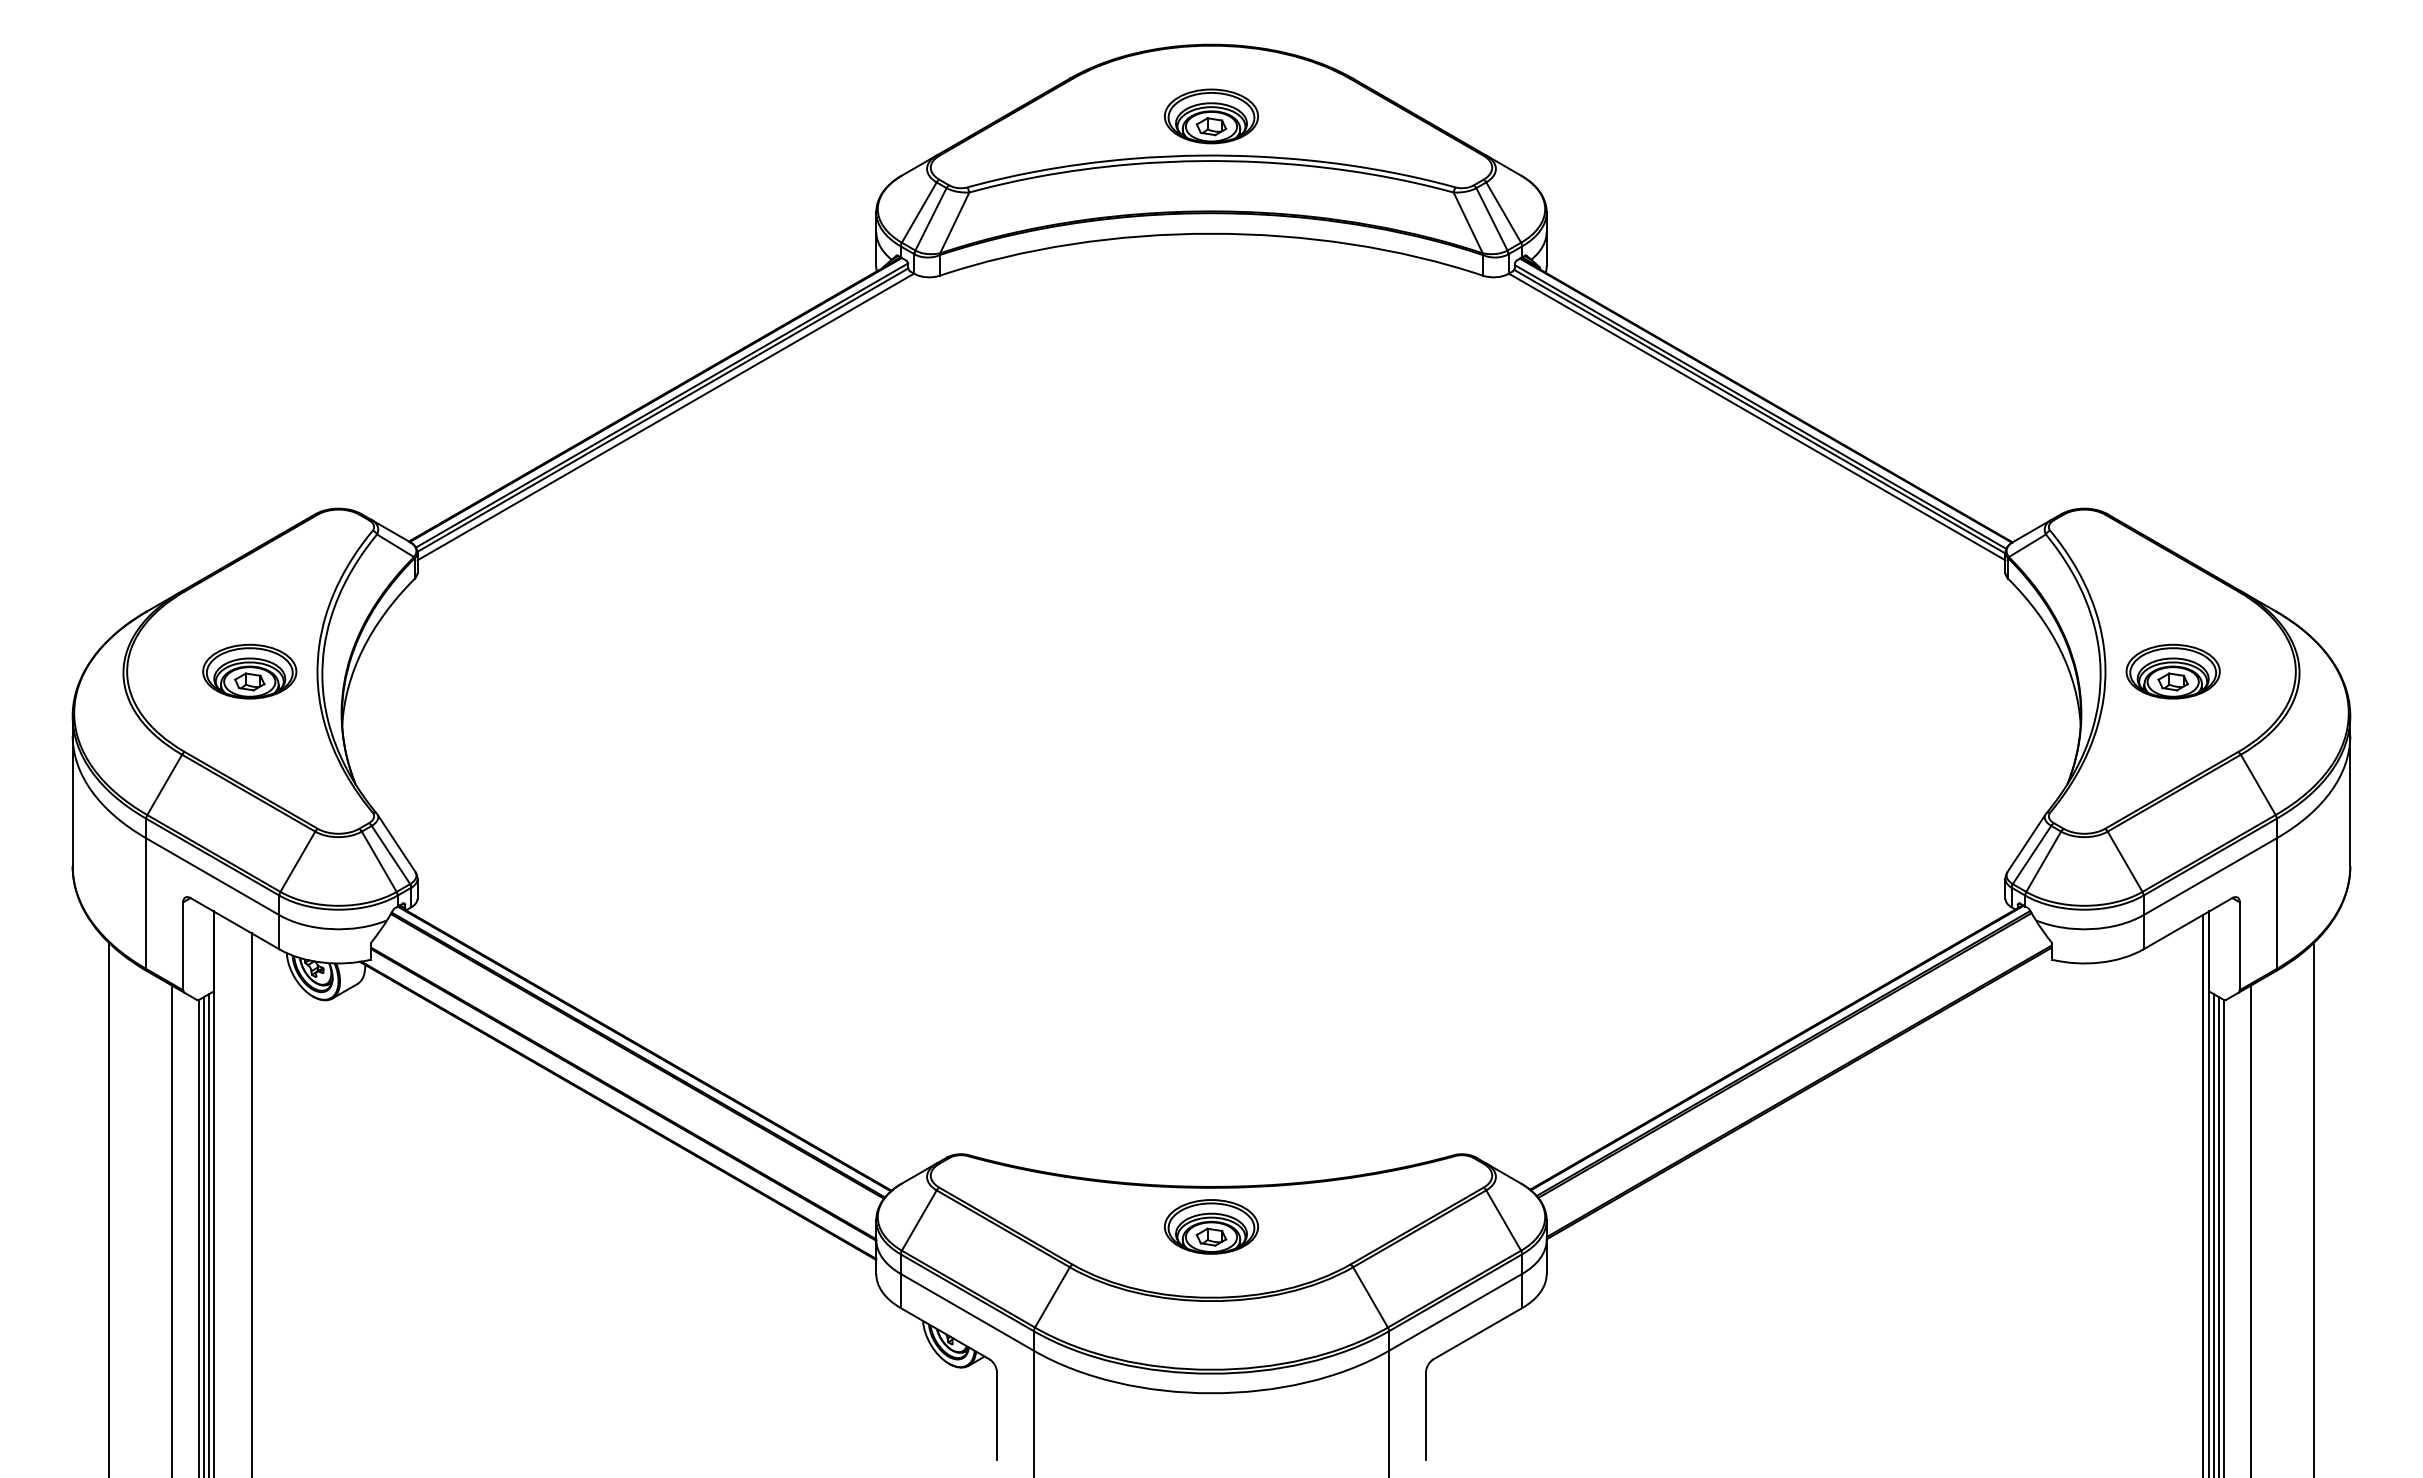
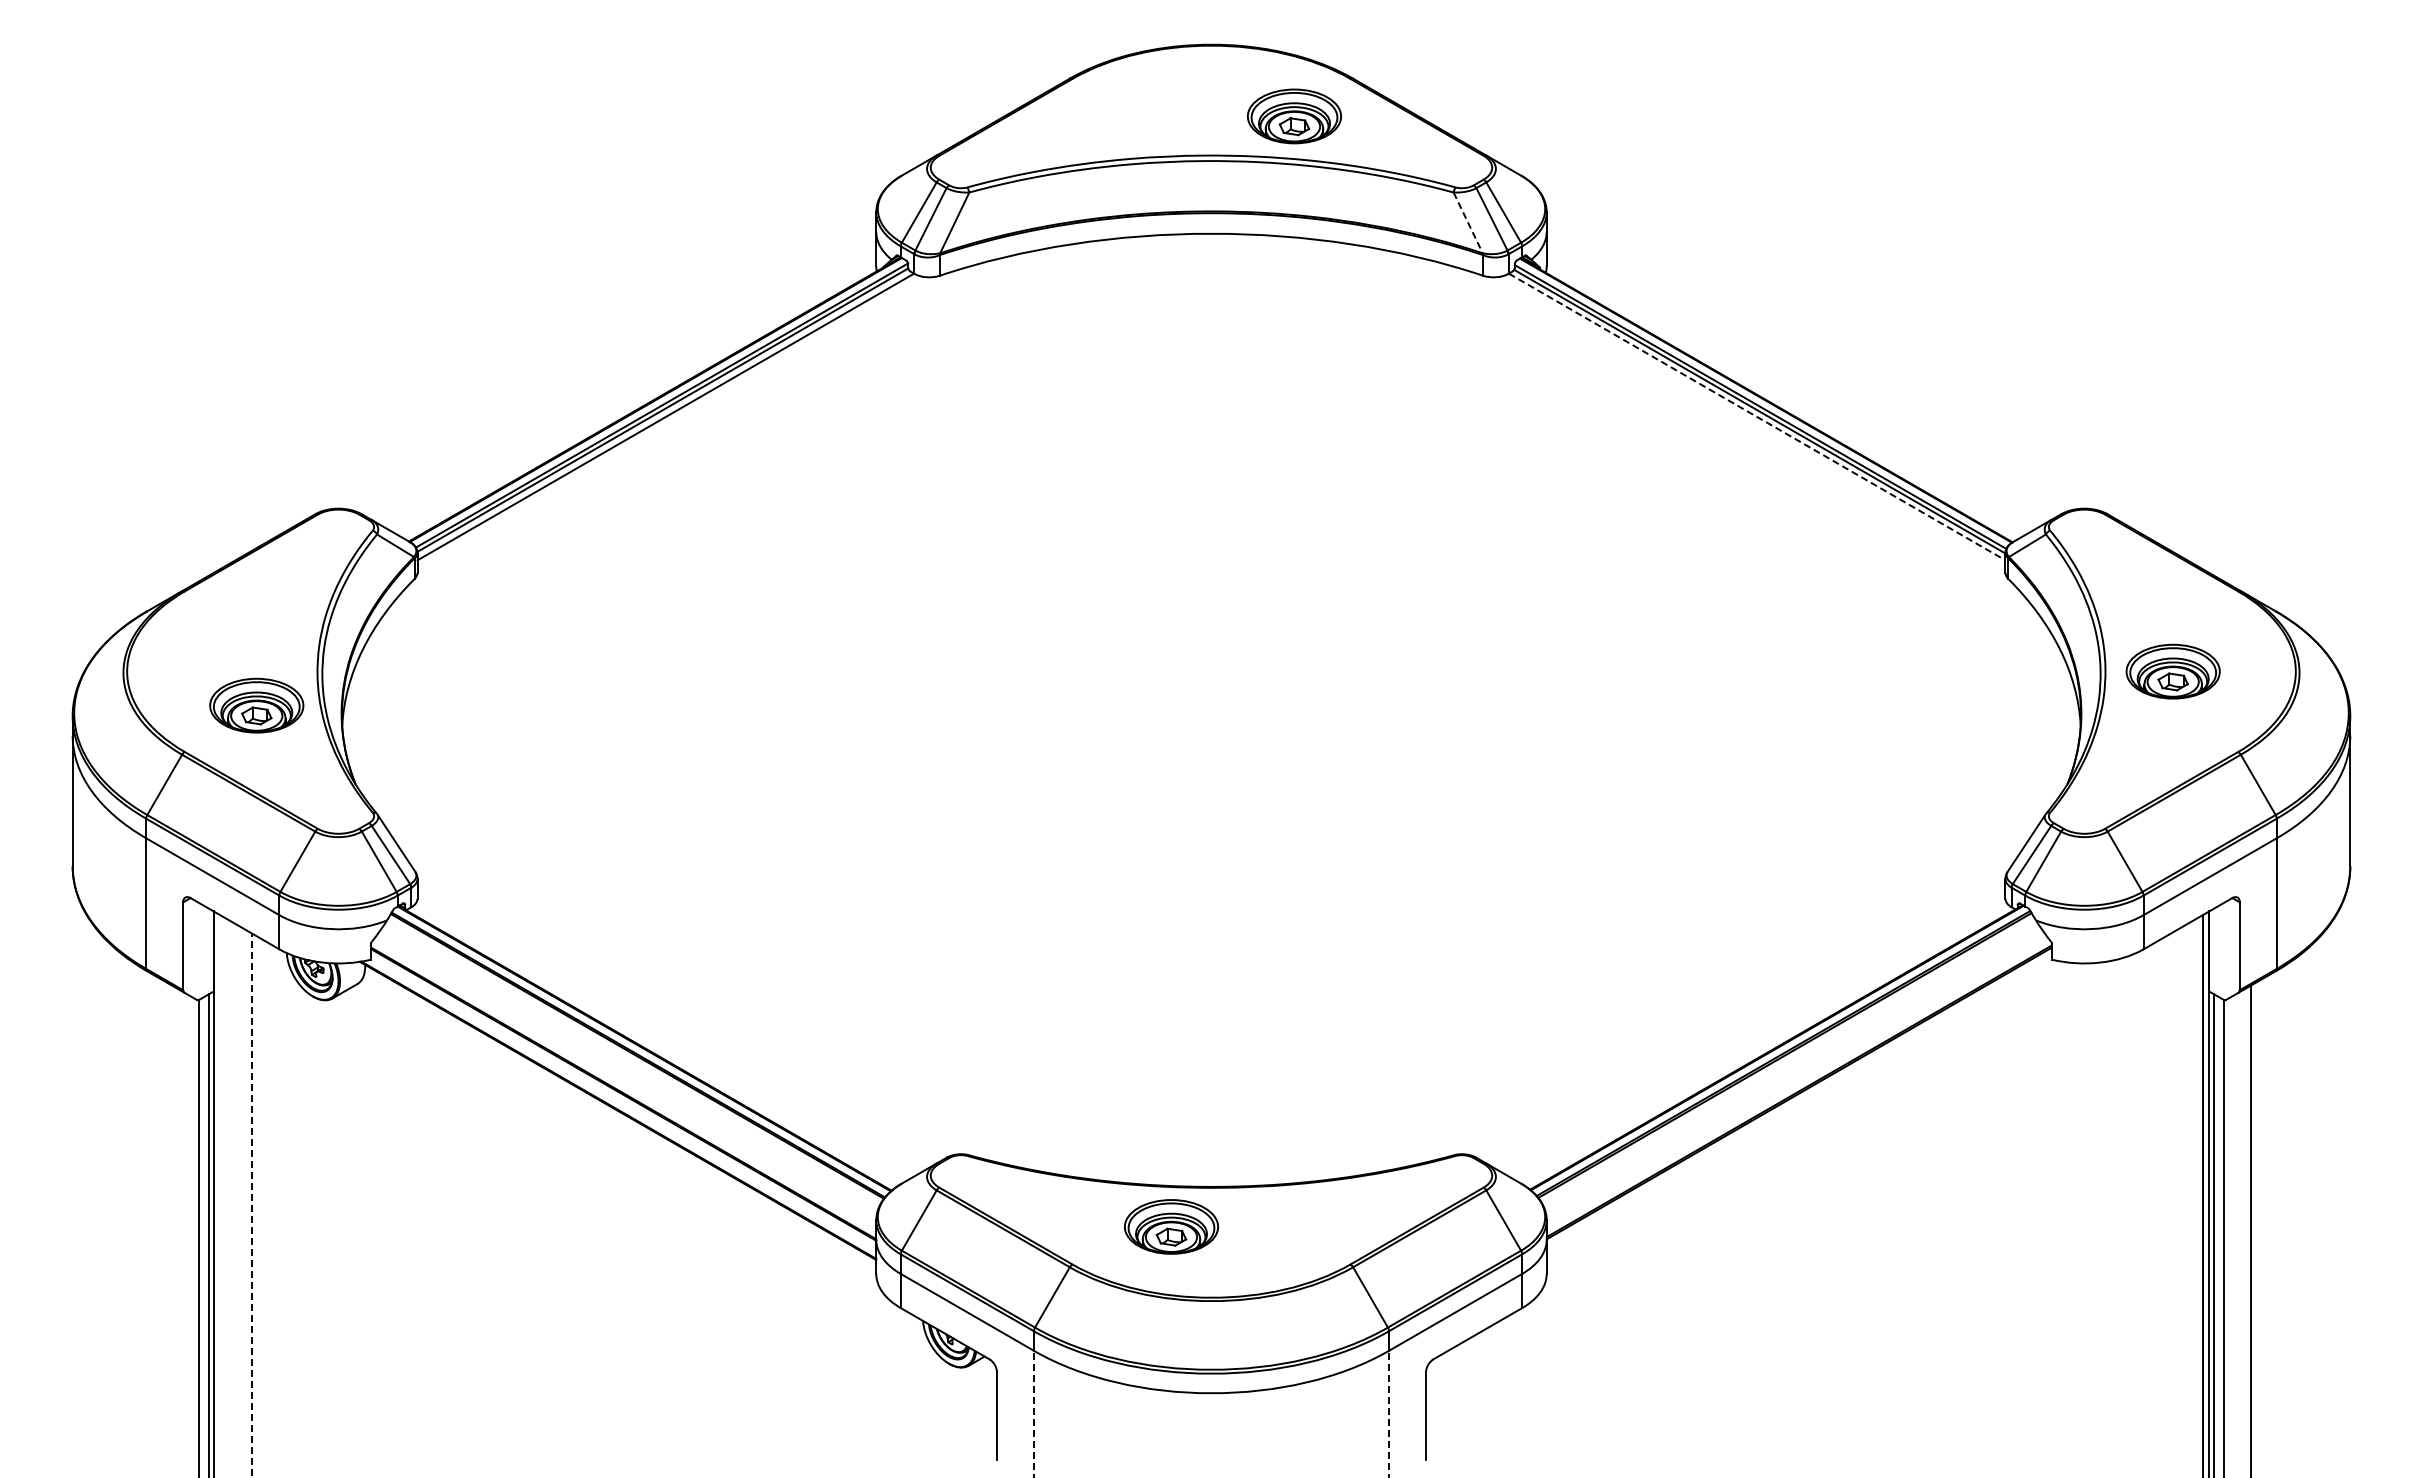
part at (1211, 116) position: (1211, 116) -> (1294, 116)
line at (1468, 222): solid -> dashed
line at (1757, 416): solid -> dashed
part at (249, 671) position: (249, 671) -> (256, 705)
line at (251, 1205): solid -> dashed
line at (109, 1208): present -> none
line at (2313, 1208): present -> none
part at (1211, 1226) position: (1211, 1226) -> (1171, 1226)
line at (172, 1229): present -> none
line at (203, 1235): present -> none
line at (2219, 1235): present -> none
line at (1033, 1413): solid -> dashed
line at (1389, 1413): solid -> dashed
